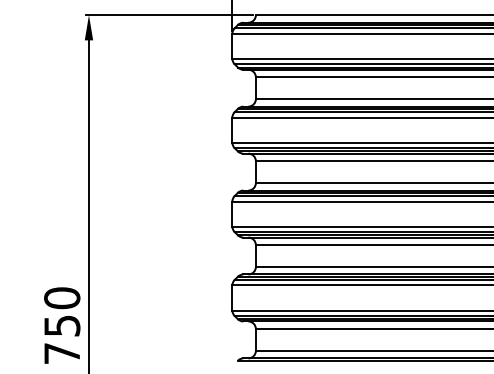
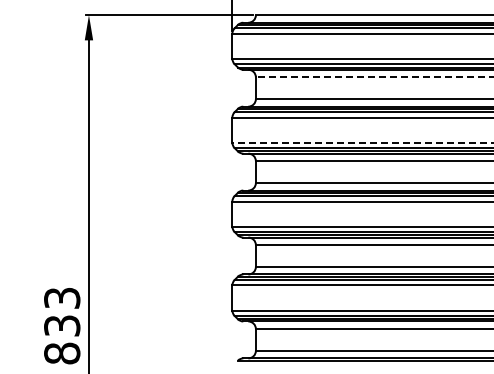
line at (374, 77): solid -> dashed
line at (362, 142): solid -> dashed
text at (62, 325): 750 -> 833
